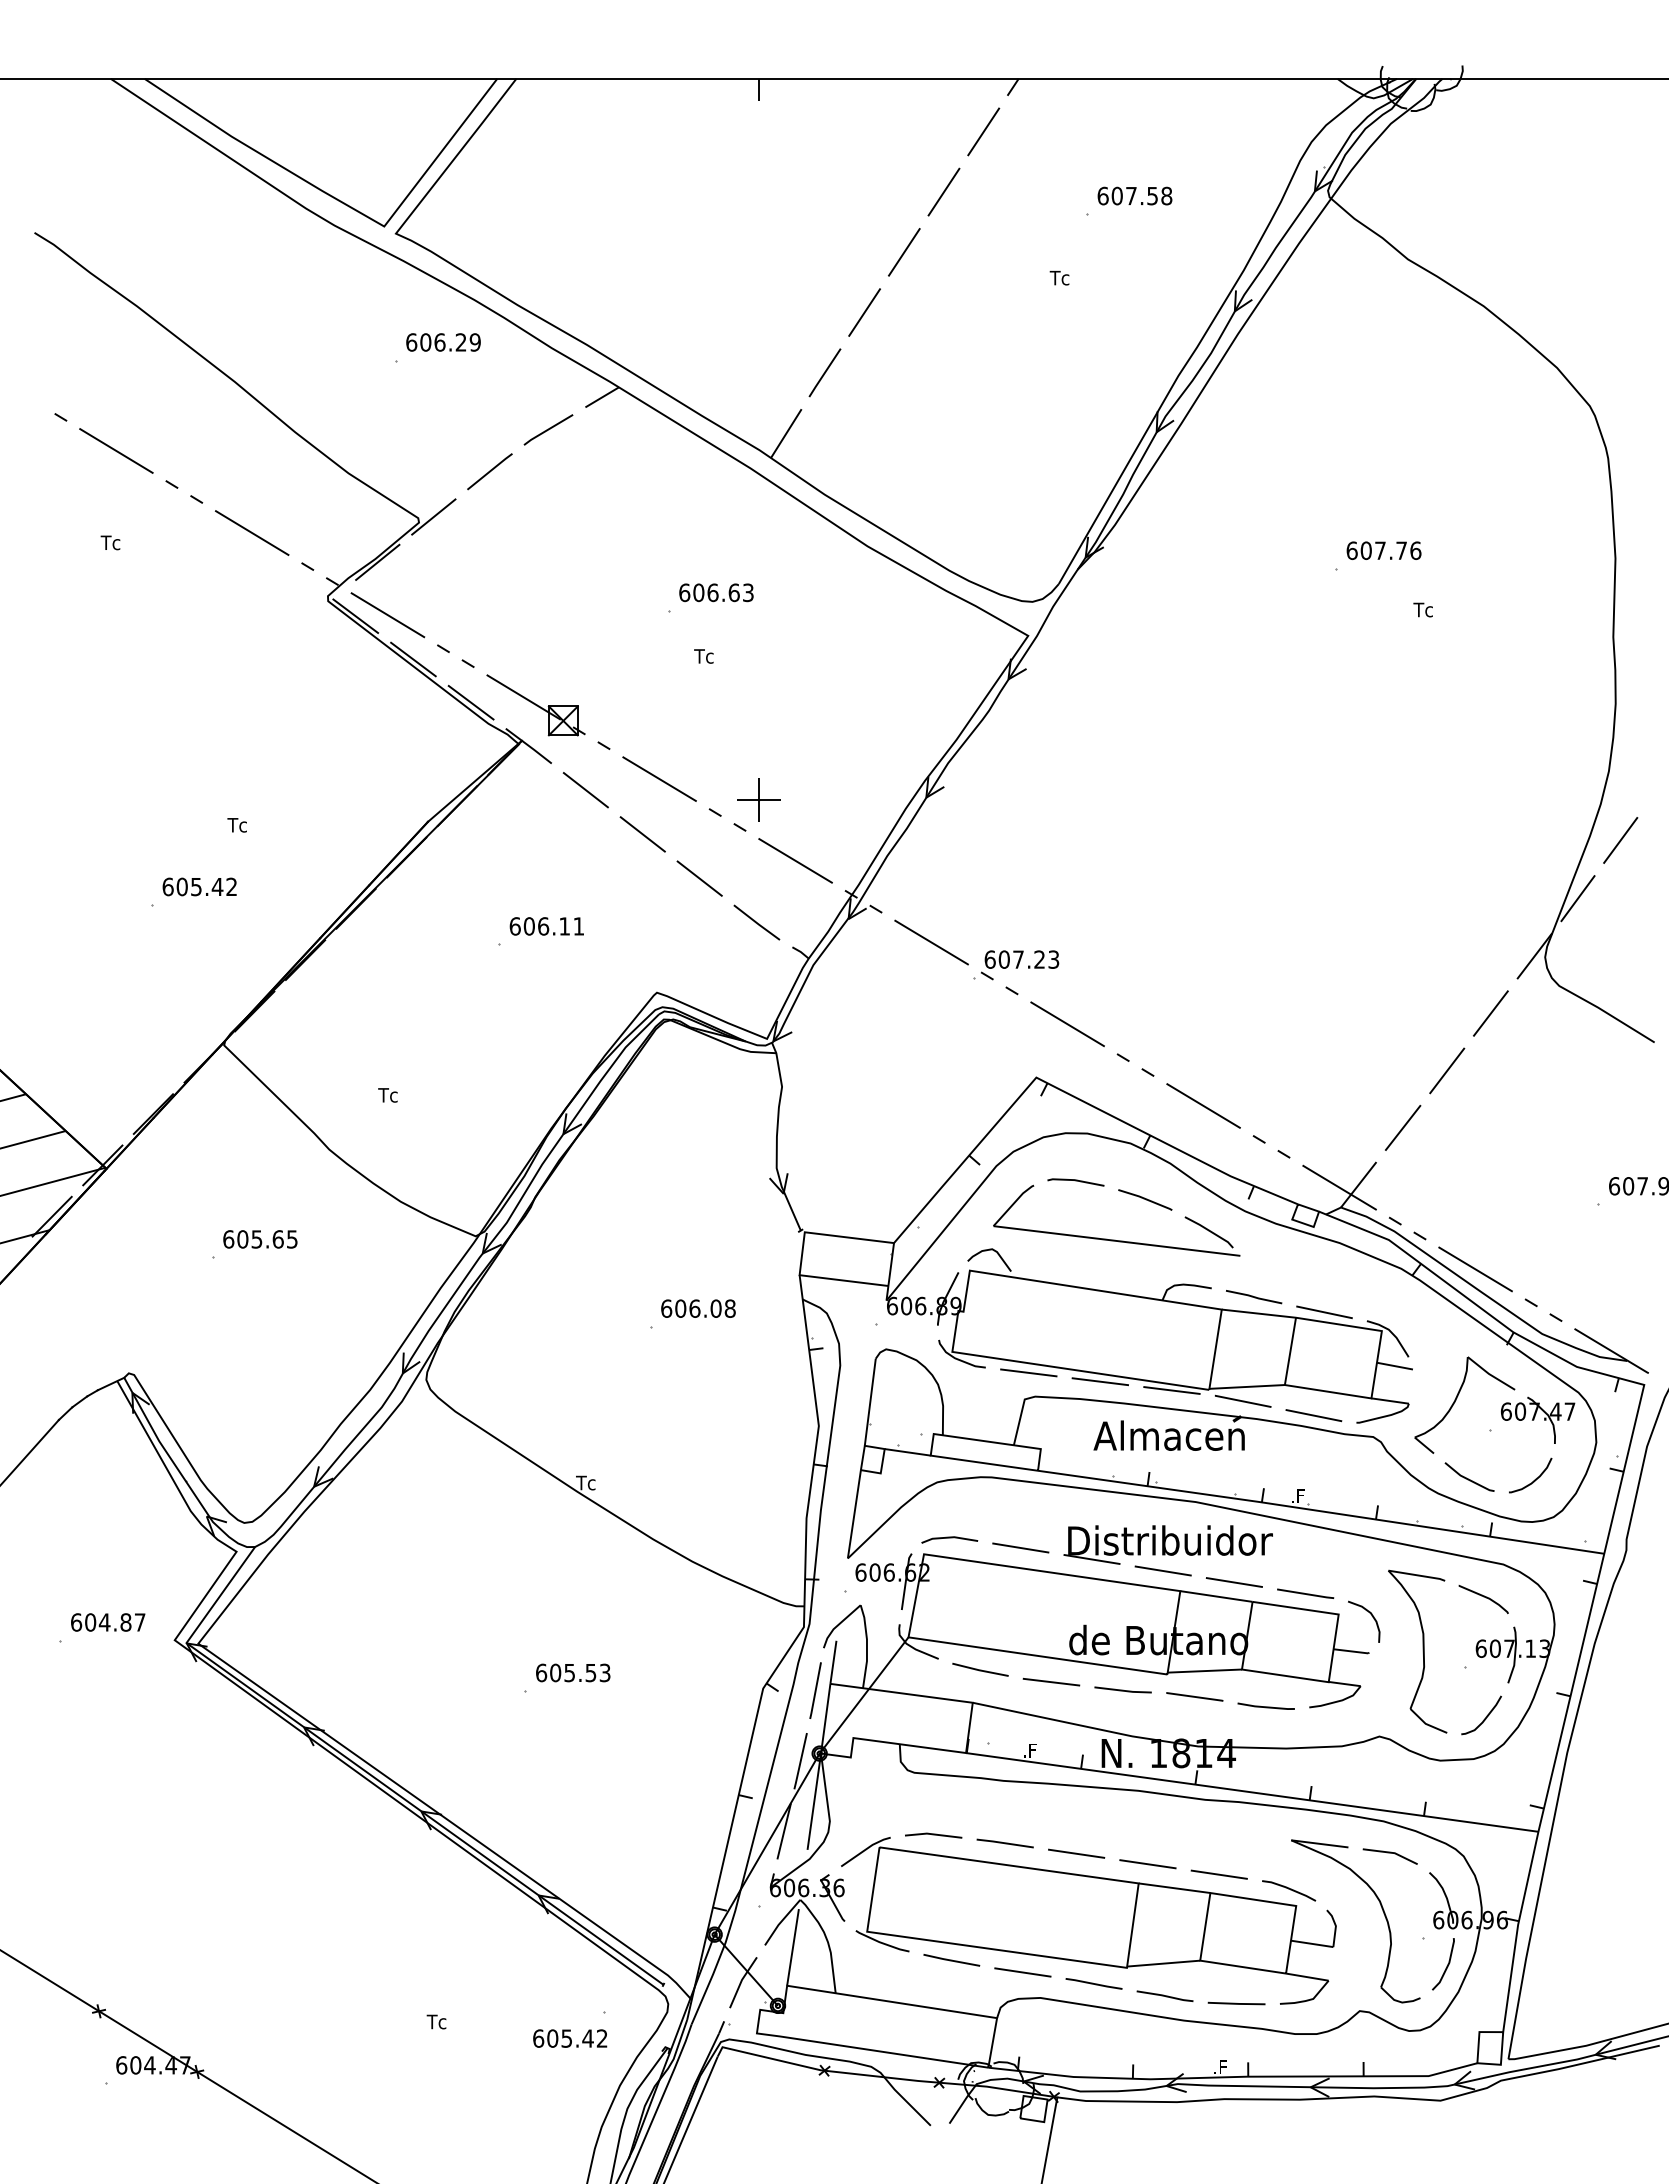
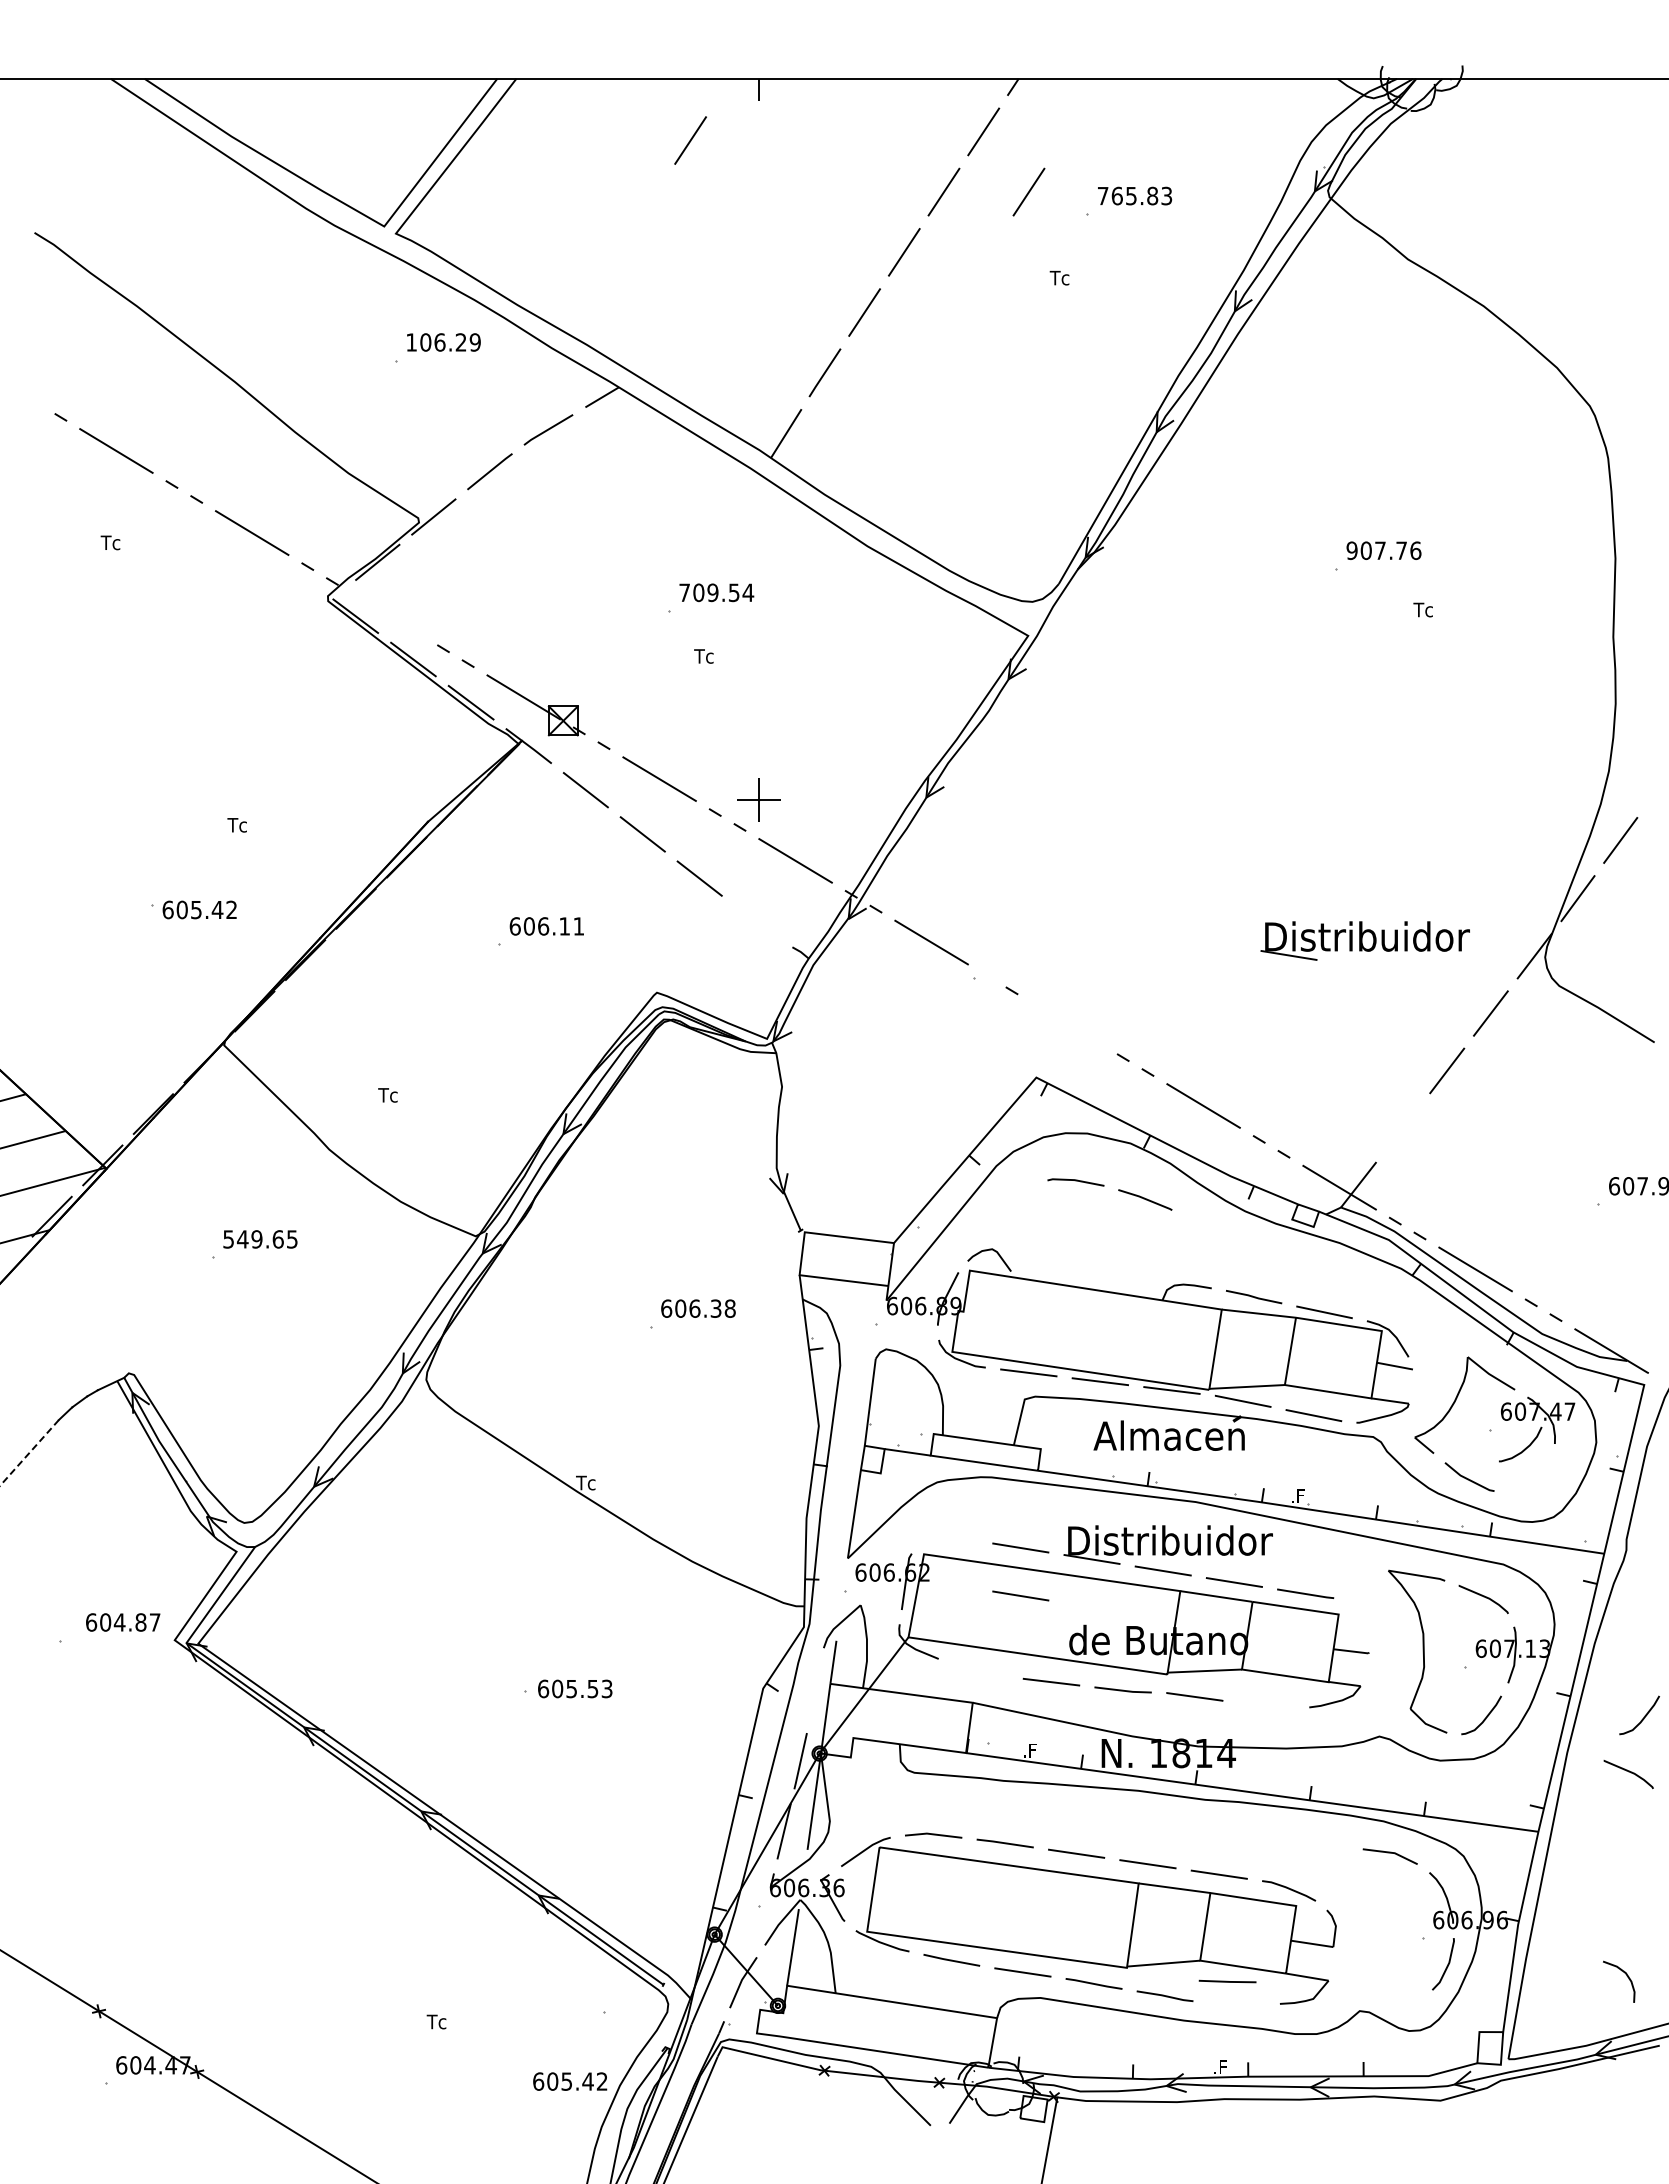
line at (690, 140): none -> present
line at (1028, 191): none -> present
text at (1134, 195): 607.58 -> 765.83
text at (411, 342): 606.29 -> 106.29
text at (1351, 550): 607.76 -> 907.76
text at (716, 592): 606.63 -> 709.54
line at (387, 615): present -> none
text at (199, 886) position: (199, 886) -> (199, 909)
line at (756, 922): present -> none
part at (1364, 940): none -> present
part at (1020, 965): present -> none
line at (1067, 1024): present -> none
line at (1403, 1127): present -> none
text at (242, 1239): 605.65 -> 549.65
part at (1115, 1239): present -> none
text at (715, 1308): 606.08 -> 606.38
line at (29, 1452): solid -> dashed
curve at (1534, 1479) position: (1534, 1479) -> (1524, 1448)
line at (949, 1538): present -> none
line at (1020, 1595): none -> present
curve at (1371, 1616) position: (1371, 1616) -> (1626, 1976)
text at (108, 1622) position: (108, 1622) -> (123, 1622)
line at (980, 1669): present -> none
text at (573, 1672) position: (573, 1672) -> (575, 1688)
line at (815, 1690): present -> none
line at (1265, 1706): present -> none
curve at (1642, 1718): none -> present
curve at (1628, 1772): none -> present
part at (1382, 1911): present -> none
line at (1236, 2003) position: (1236, 2003) -> (1227, 1981)
text at (570, 2038) position: (570, 2038) -> (570, 2081)
